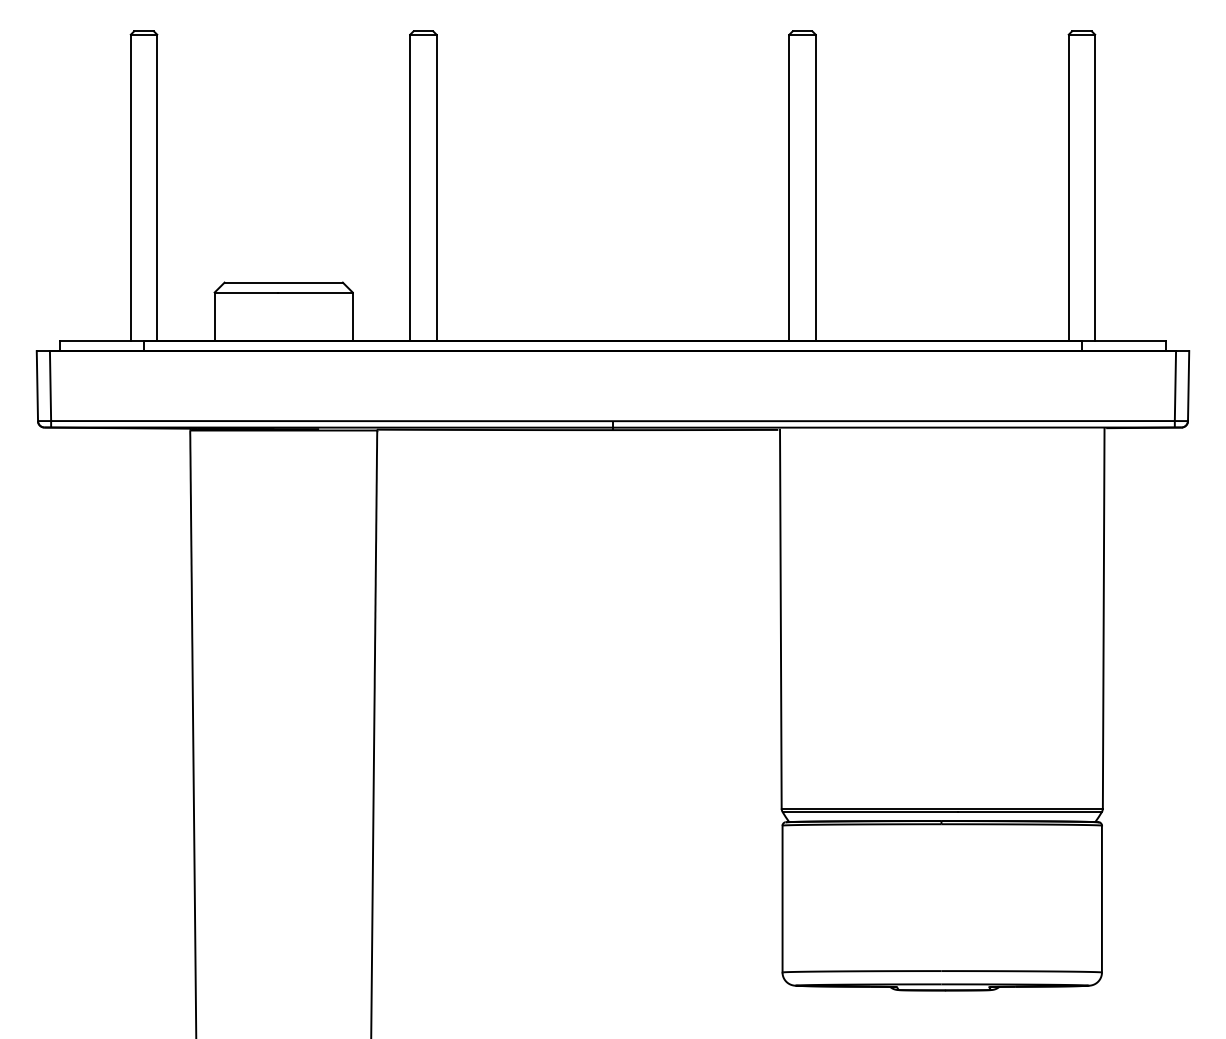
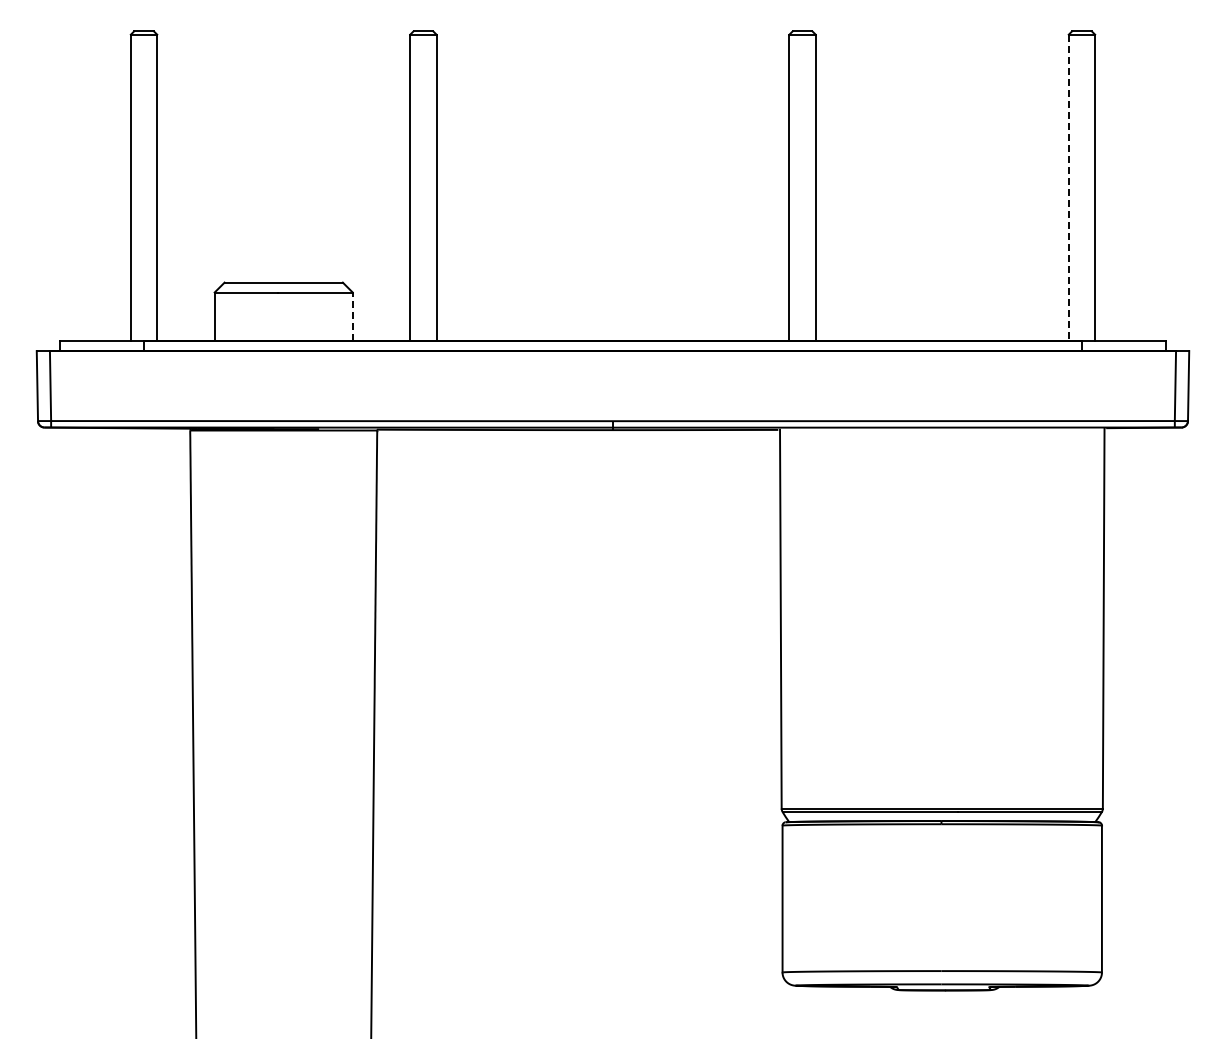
line at (1068, 188): solid -> dashed
line at (352, 316): solid -> dashed
